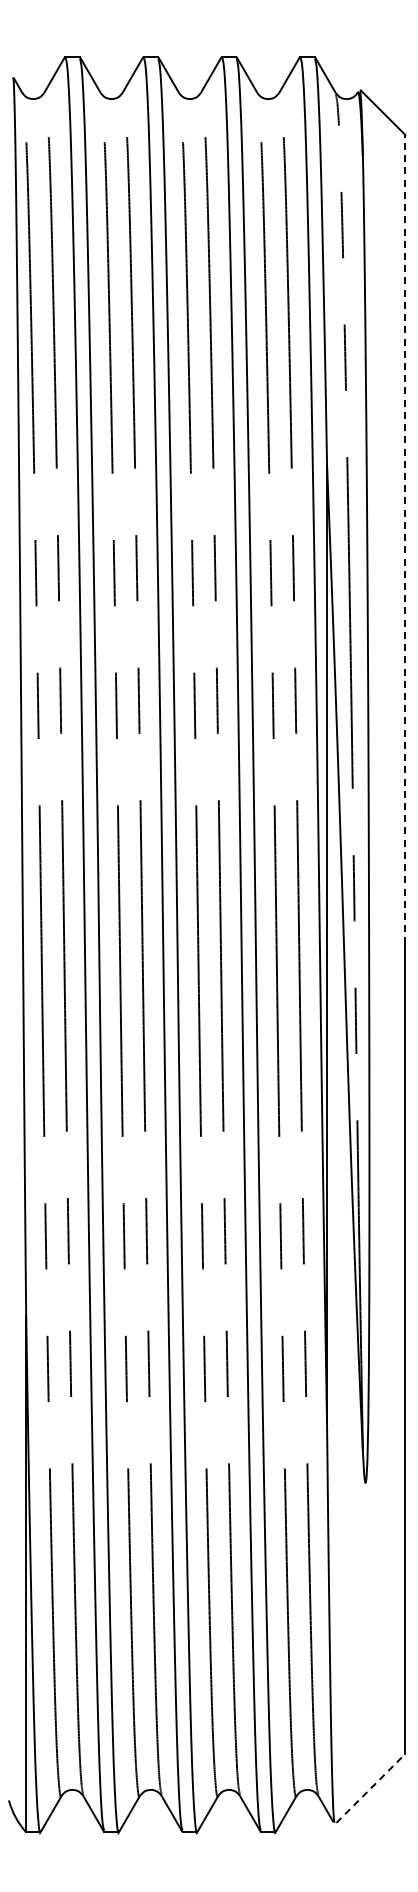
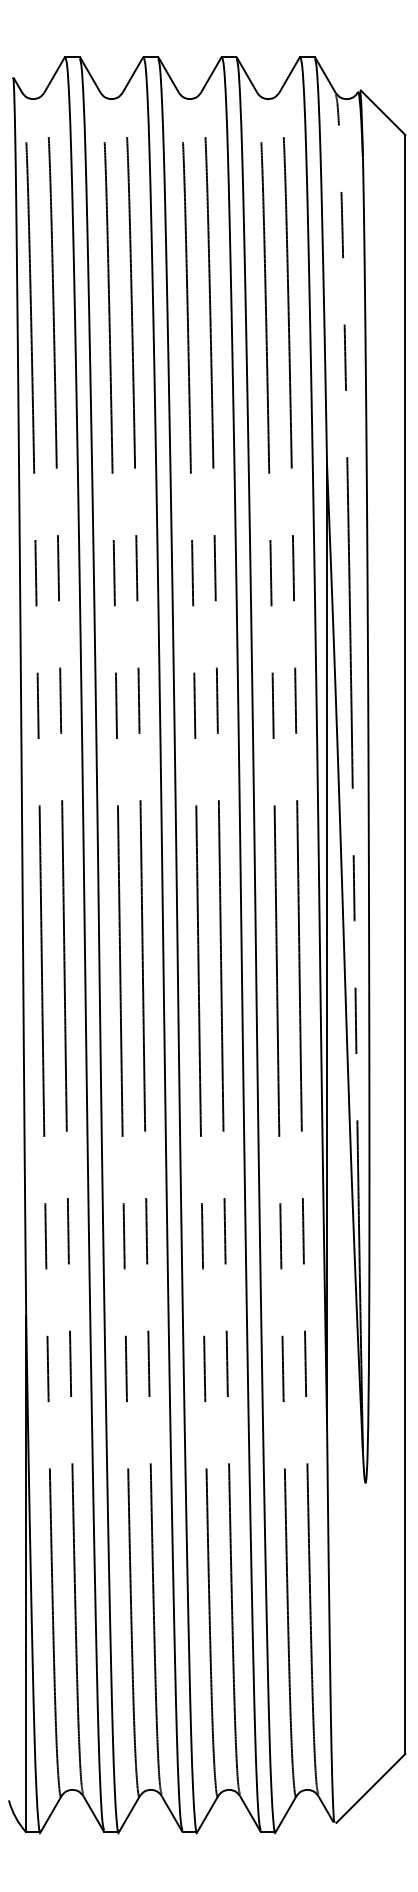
line at (405, 539): dashed -> solid
line at (370, 1788): dashed -> solid
